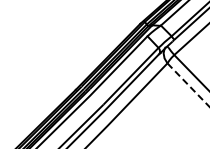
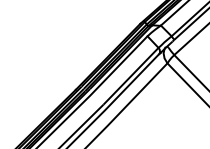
line at (189, 85): dashed -> solid
